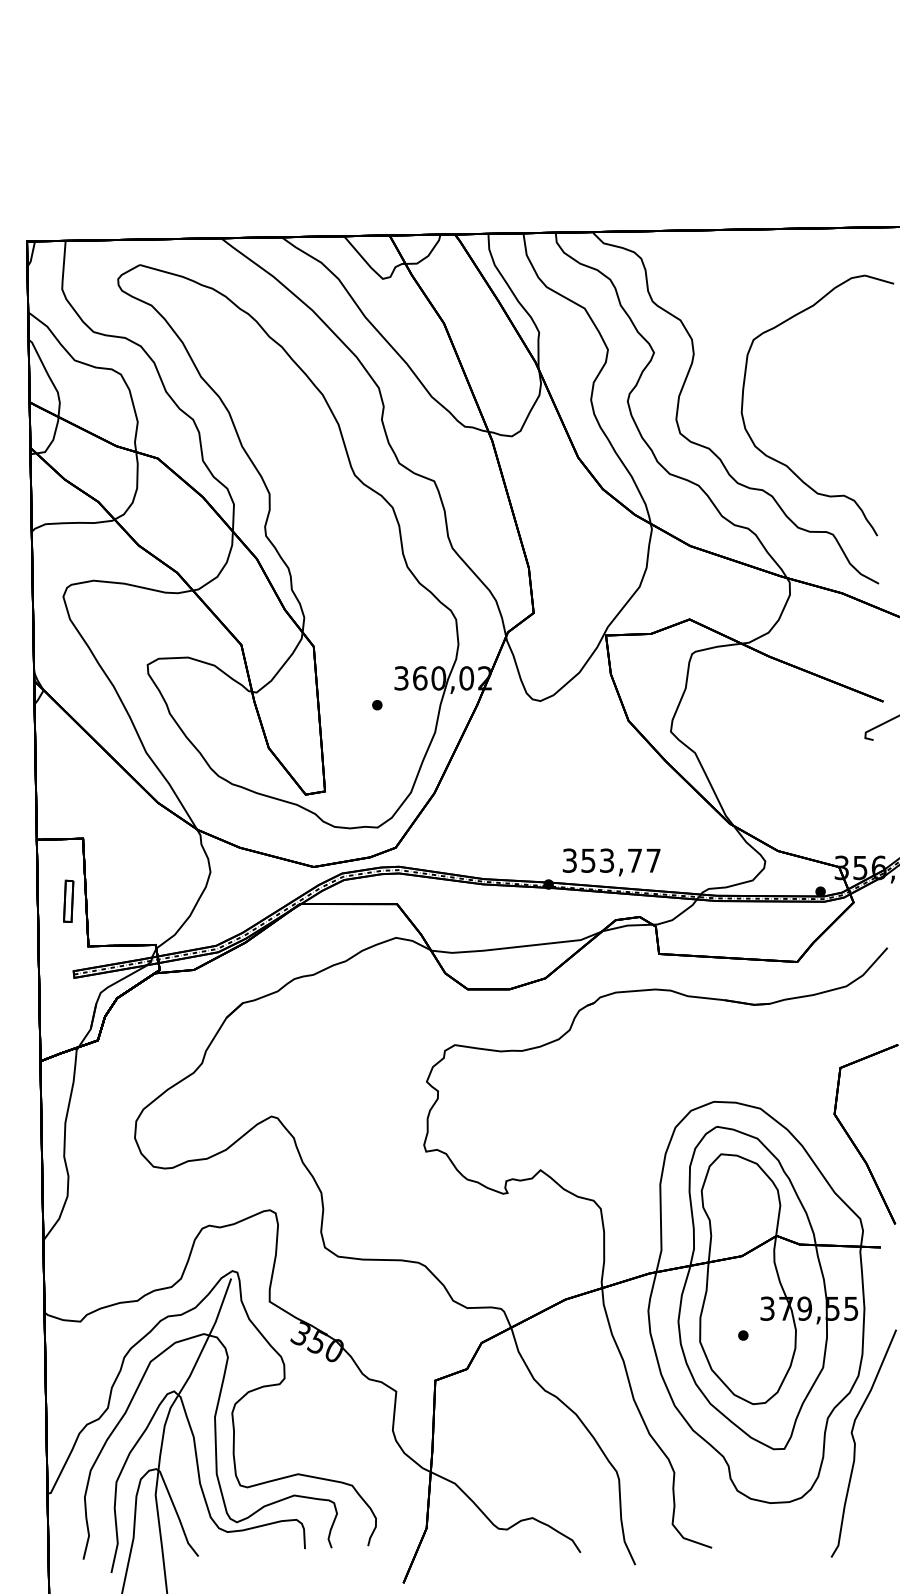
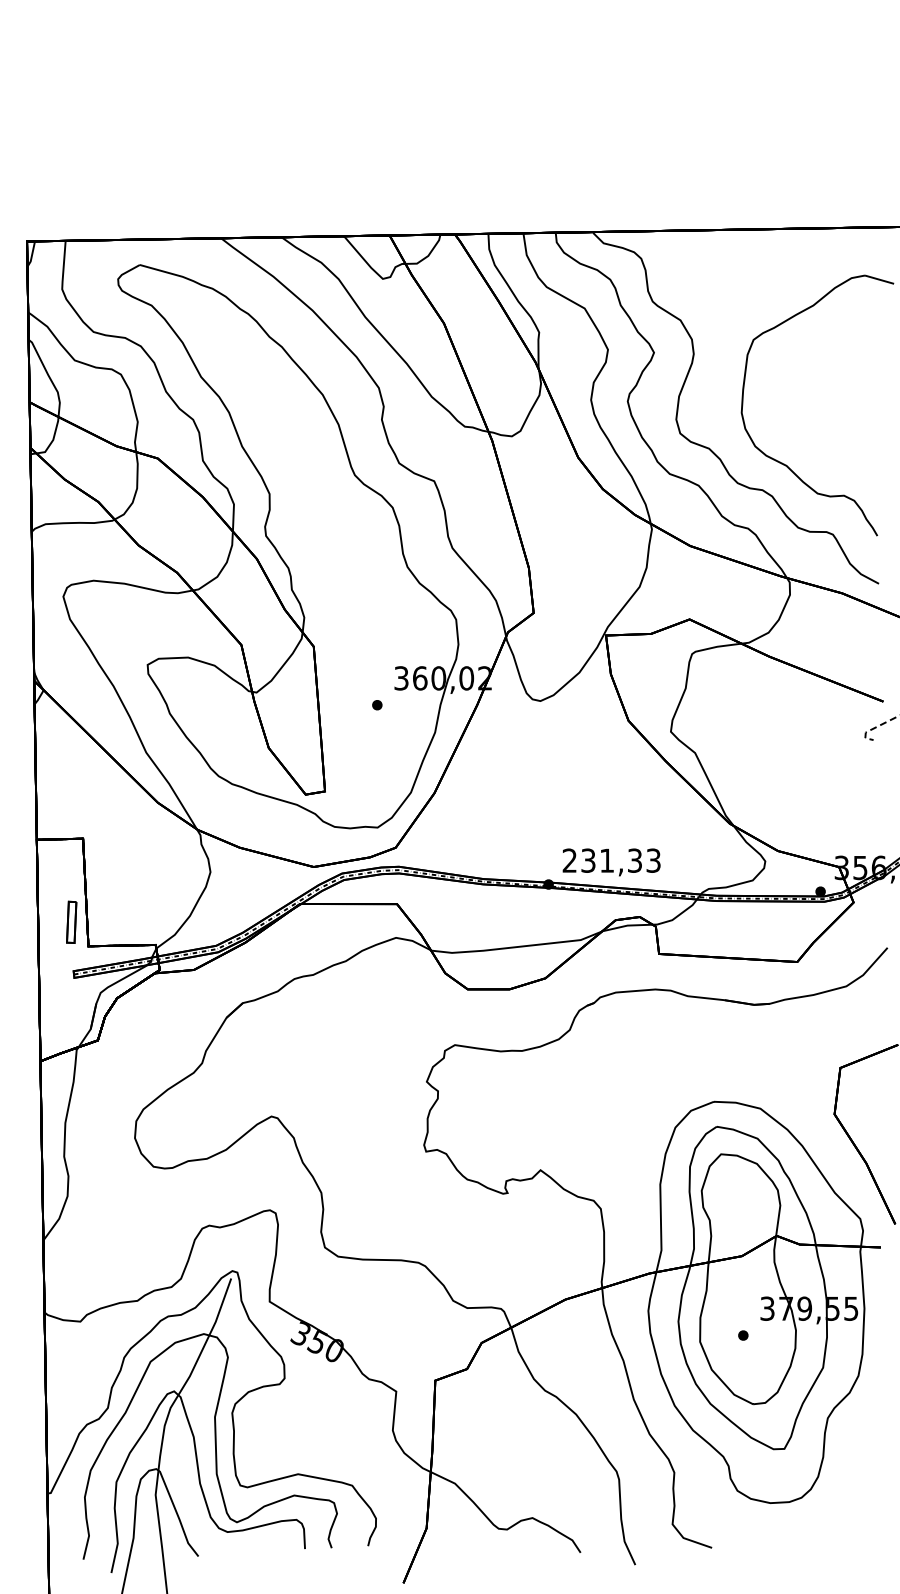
line at (875, 727): solid -> dashed
text at (611, 860): 353,77 -> 231,33
part at (68, 900) position: (68, 900) -> (71, 921)
curve at (855, 1443): present -> none
